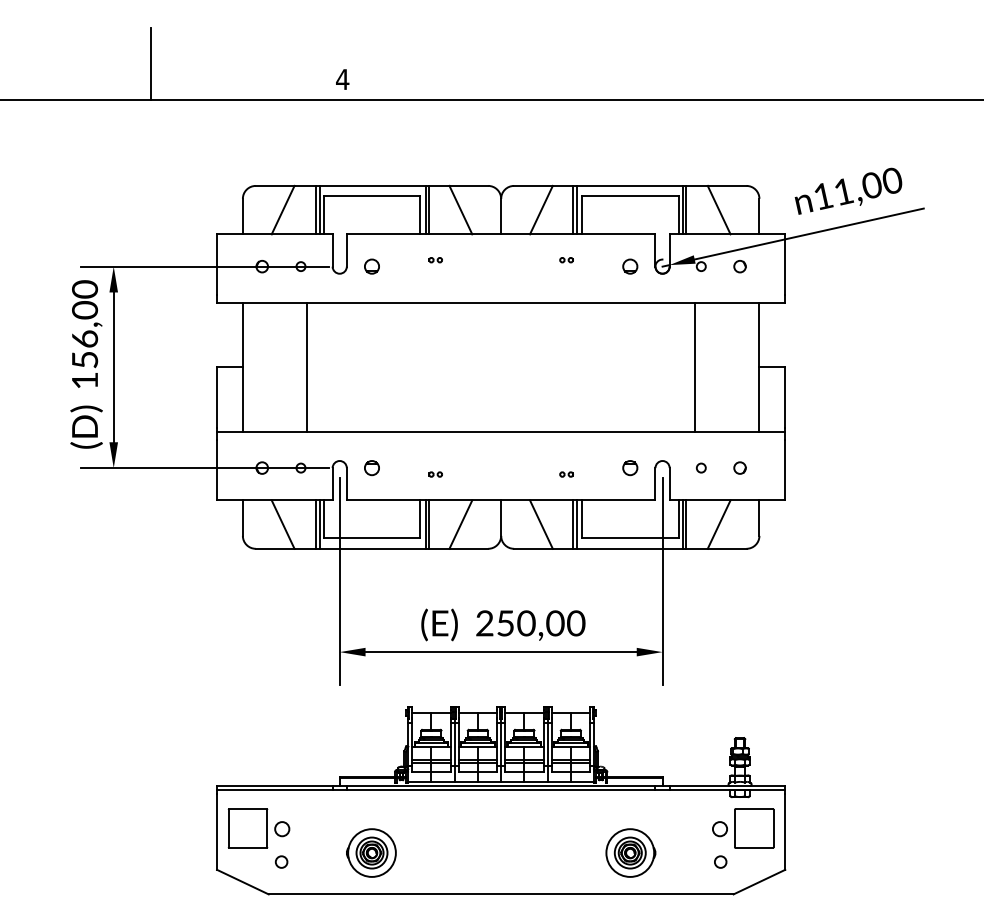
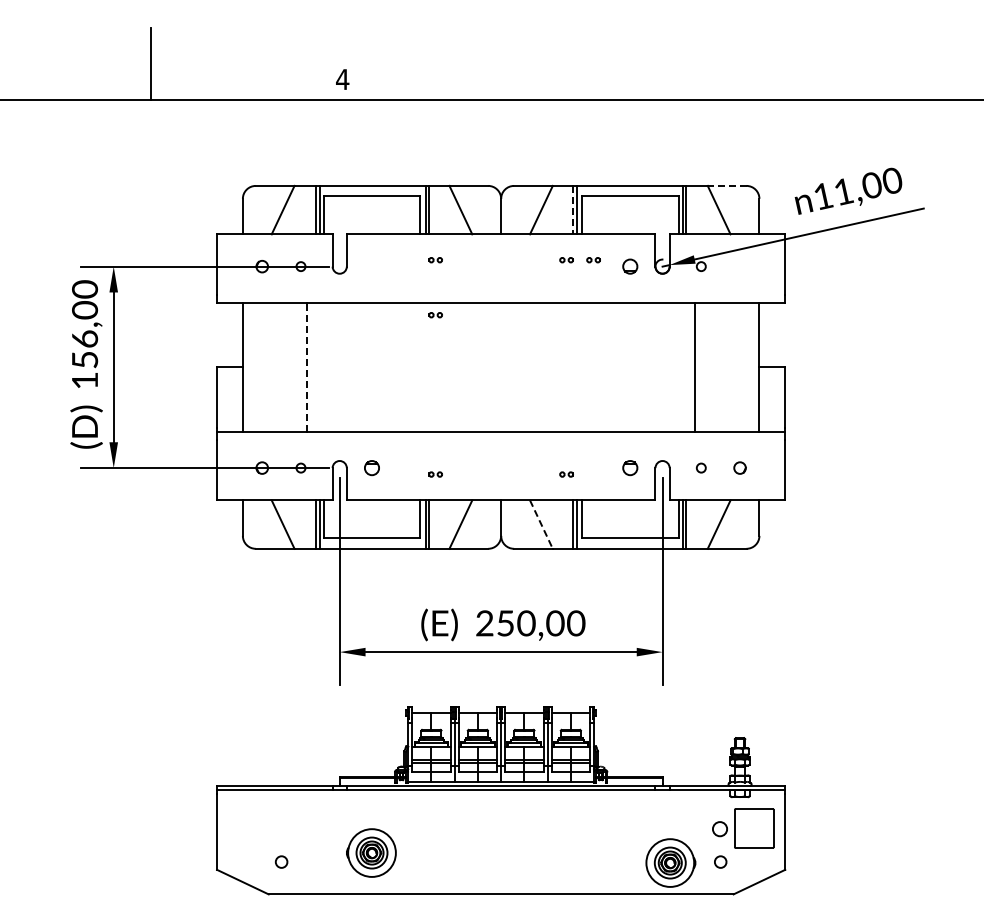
line at (726, 185): solid -> dashed
line at (572, 210): solid -> dashed
part at (593, 260): none -> present
circle at (371, 266): present -> none
circle at (739, 266): present -> none
part at (435, 315): none -> present
line at (307, 367): solid -> dashed
line at (541, 524): solid -> dashed
part at (258, 828): present -> none
part at (630, 852) position: (630, 852) -> (670, 862)
